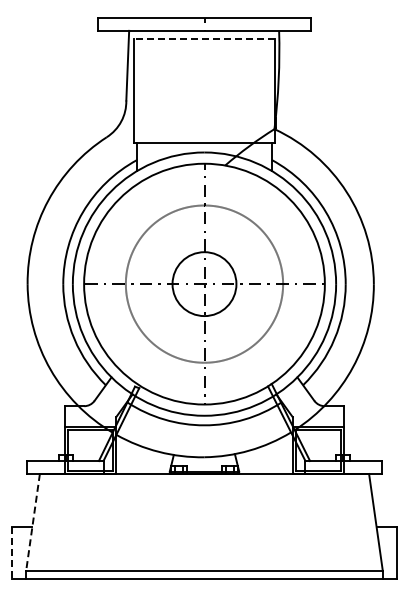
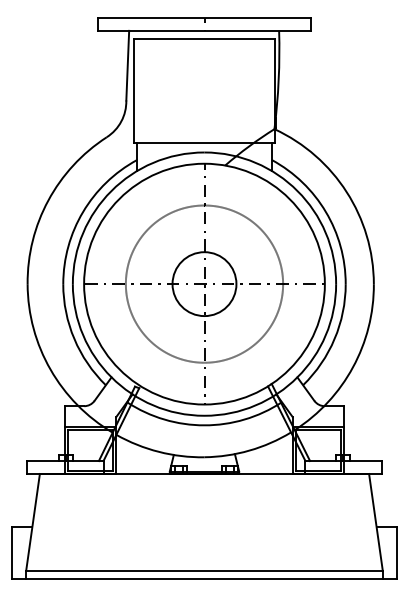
line at (204, 38): dashed -> solid
line at (33, 522): dashed -> solid
line at (12, 553): dashed -> solid
